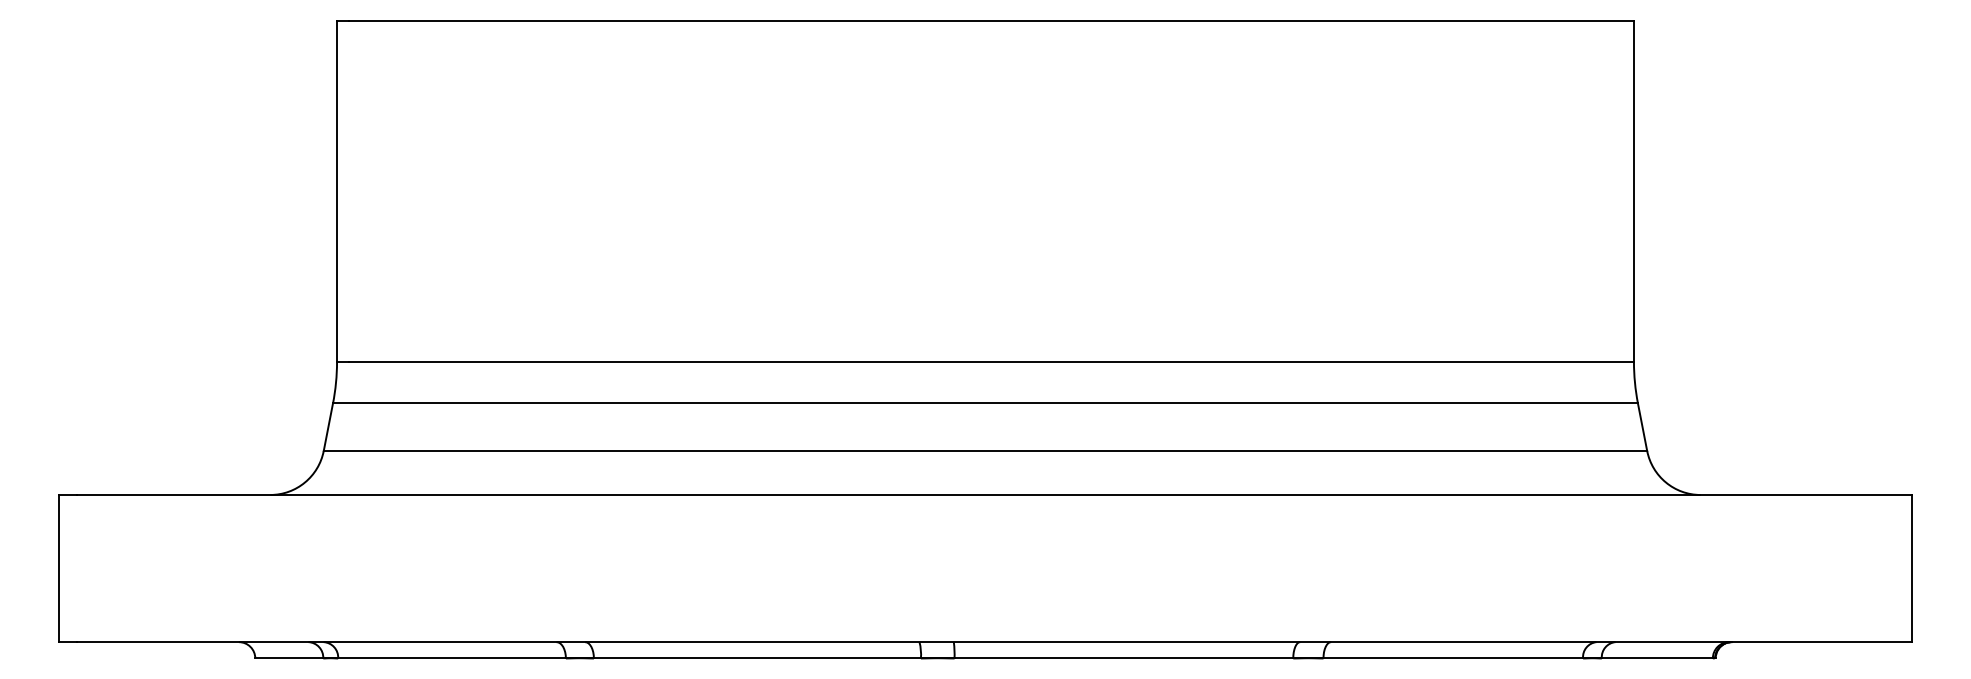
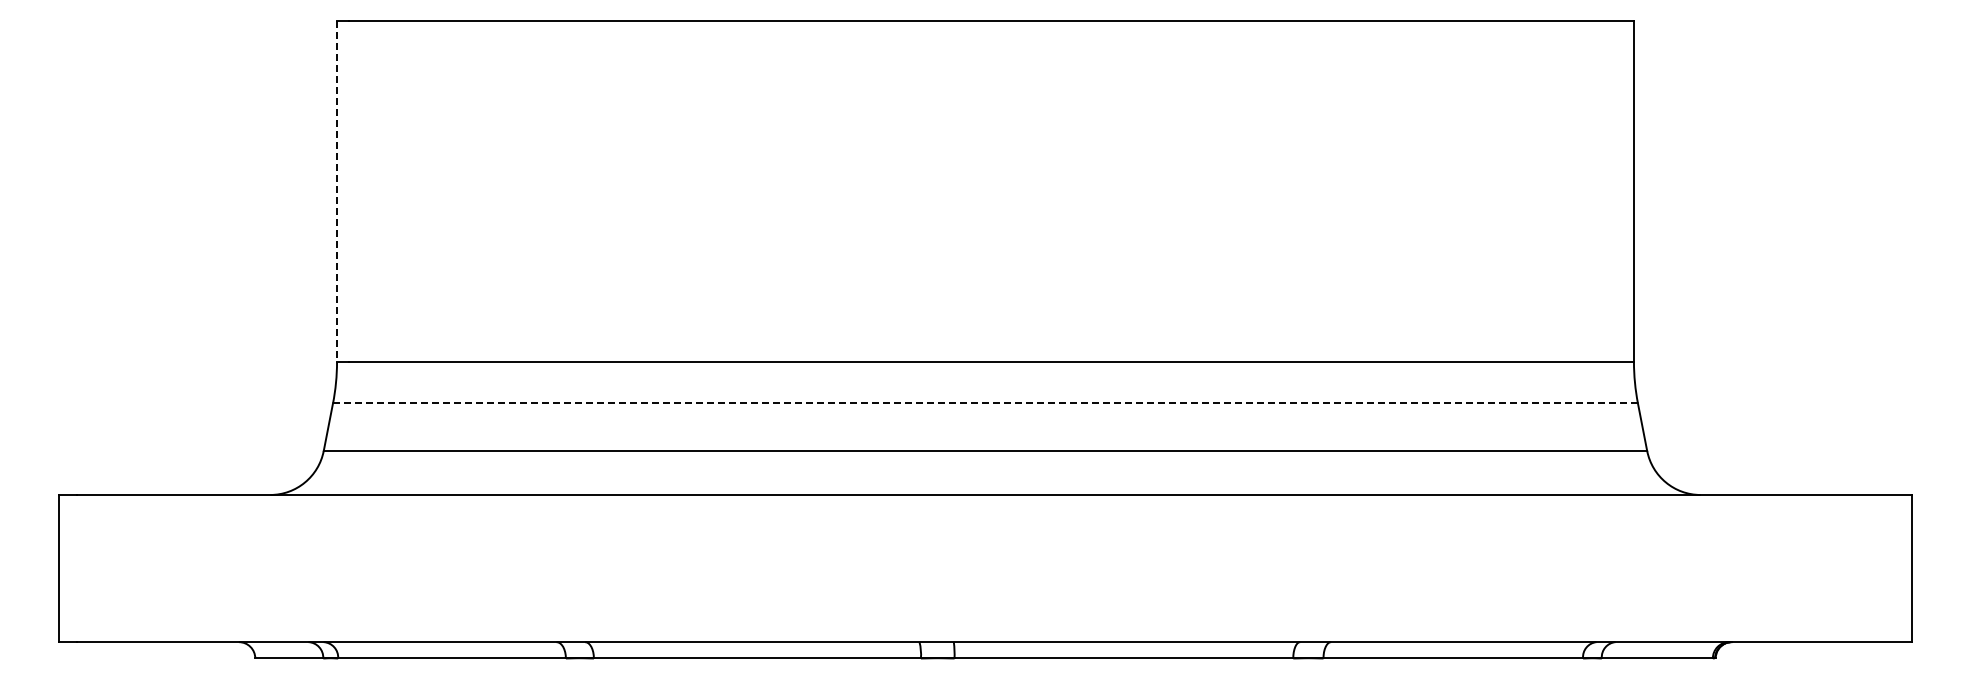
line at (337, 191): solid -> dashed
line at (984, 403): solid -> dashed
